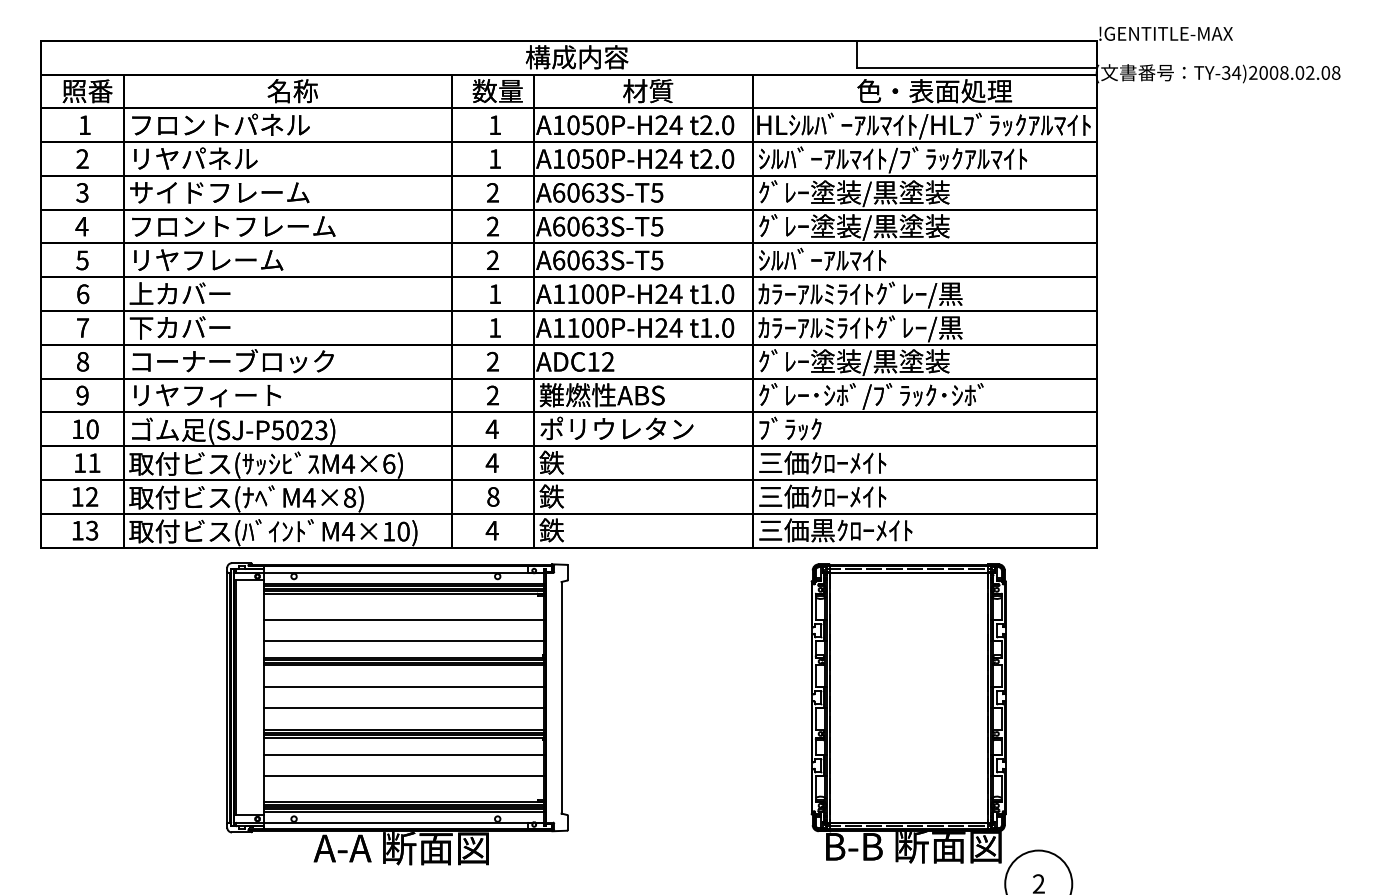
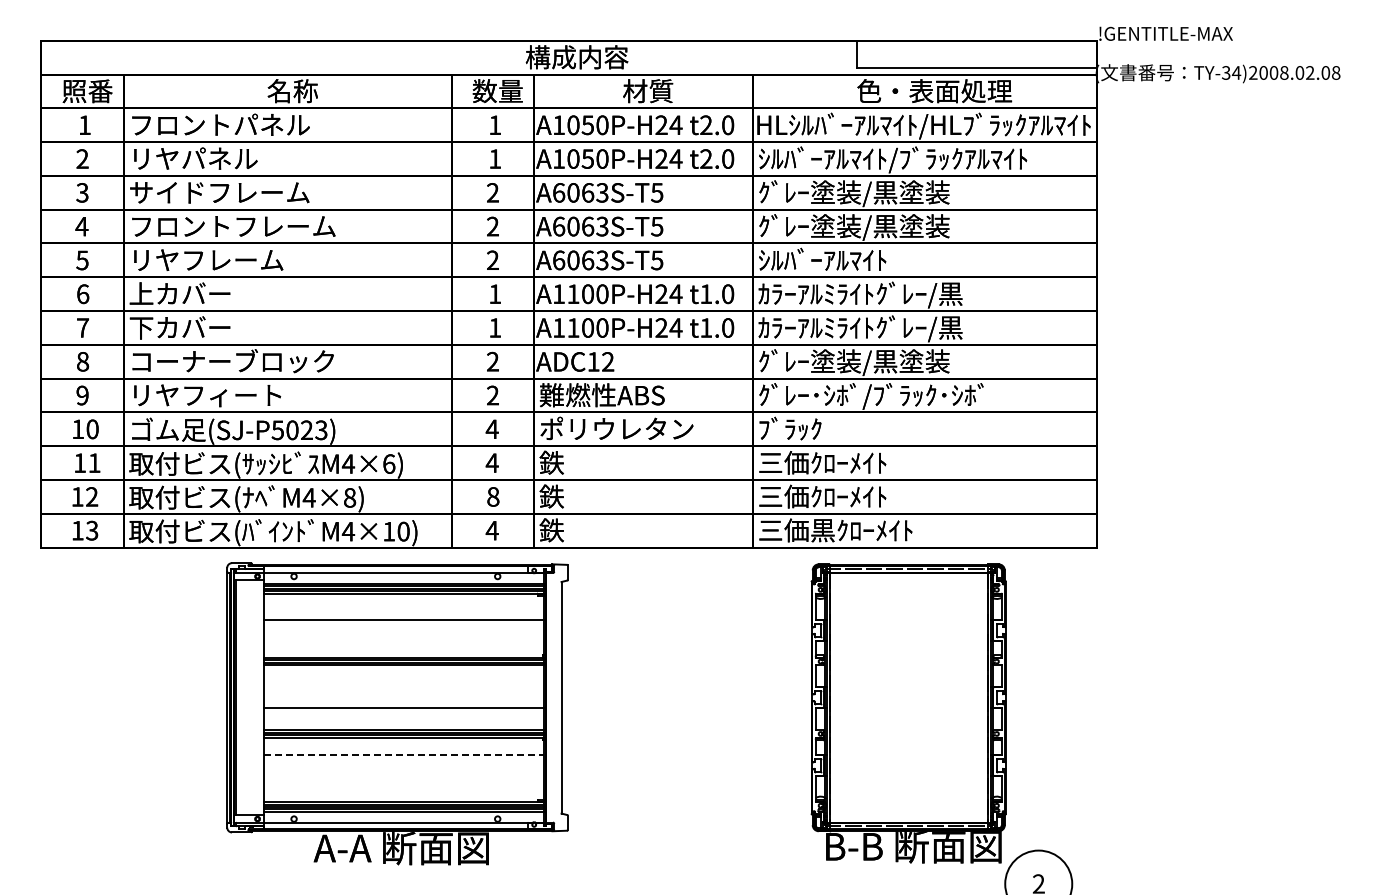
line at (403, 640): present -> none
line at (403, 687): present -> none
line at (404, 754): solid -> dashed
line at (403, 775): present -> none
